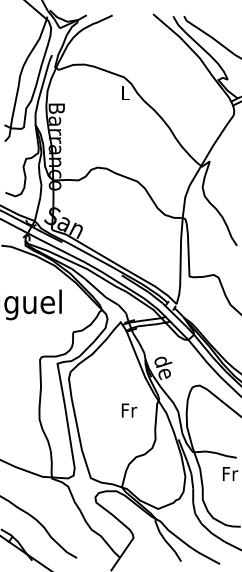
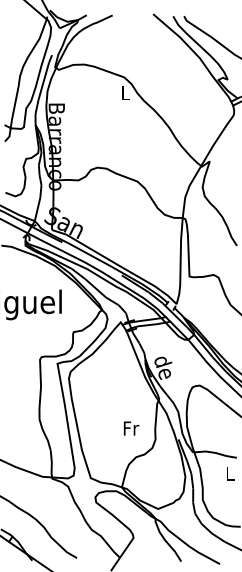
text at (129, 410) position: (129, 410) -> (131, 428)
text at (230, 474): Fr -> L
